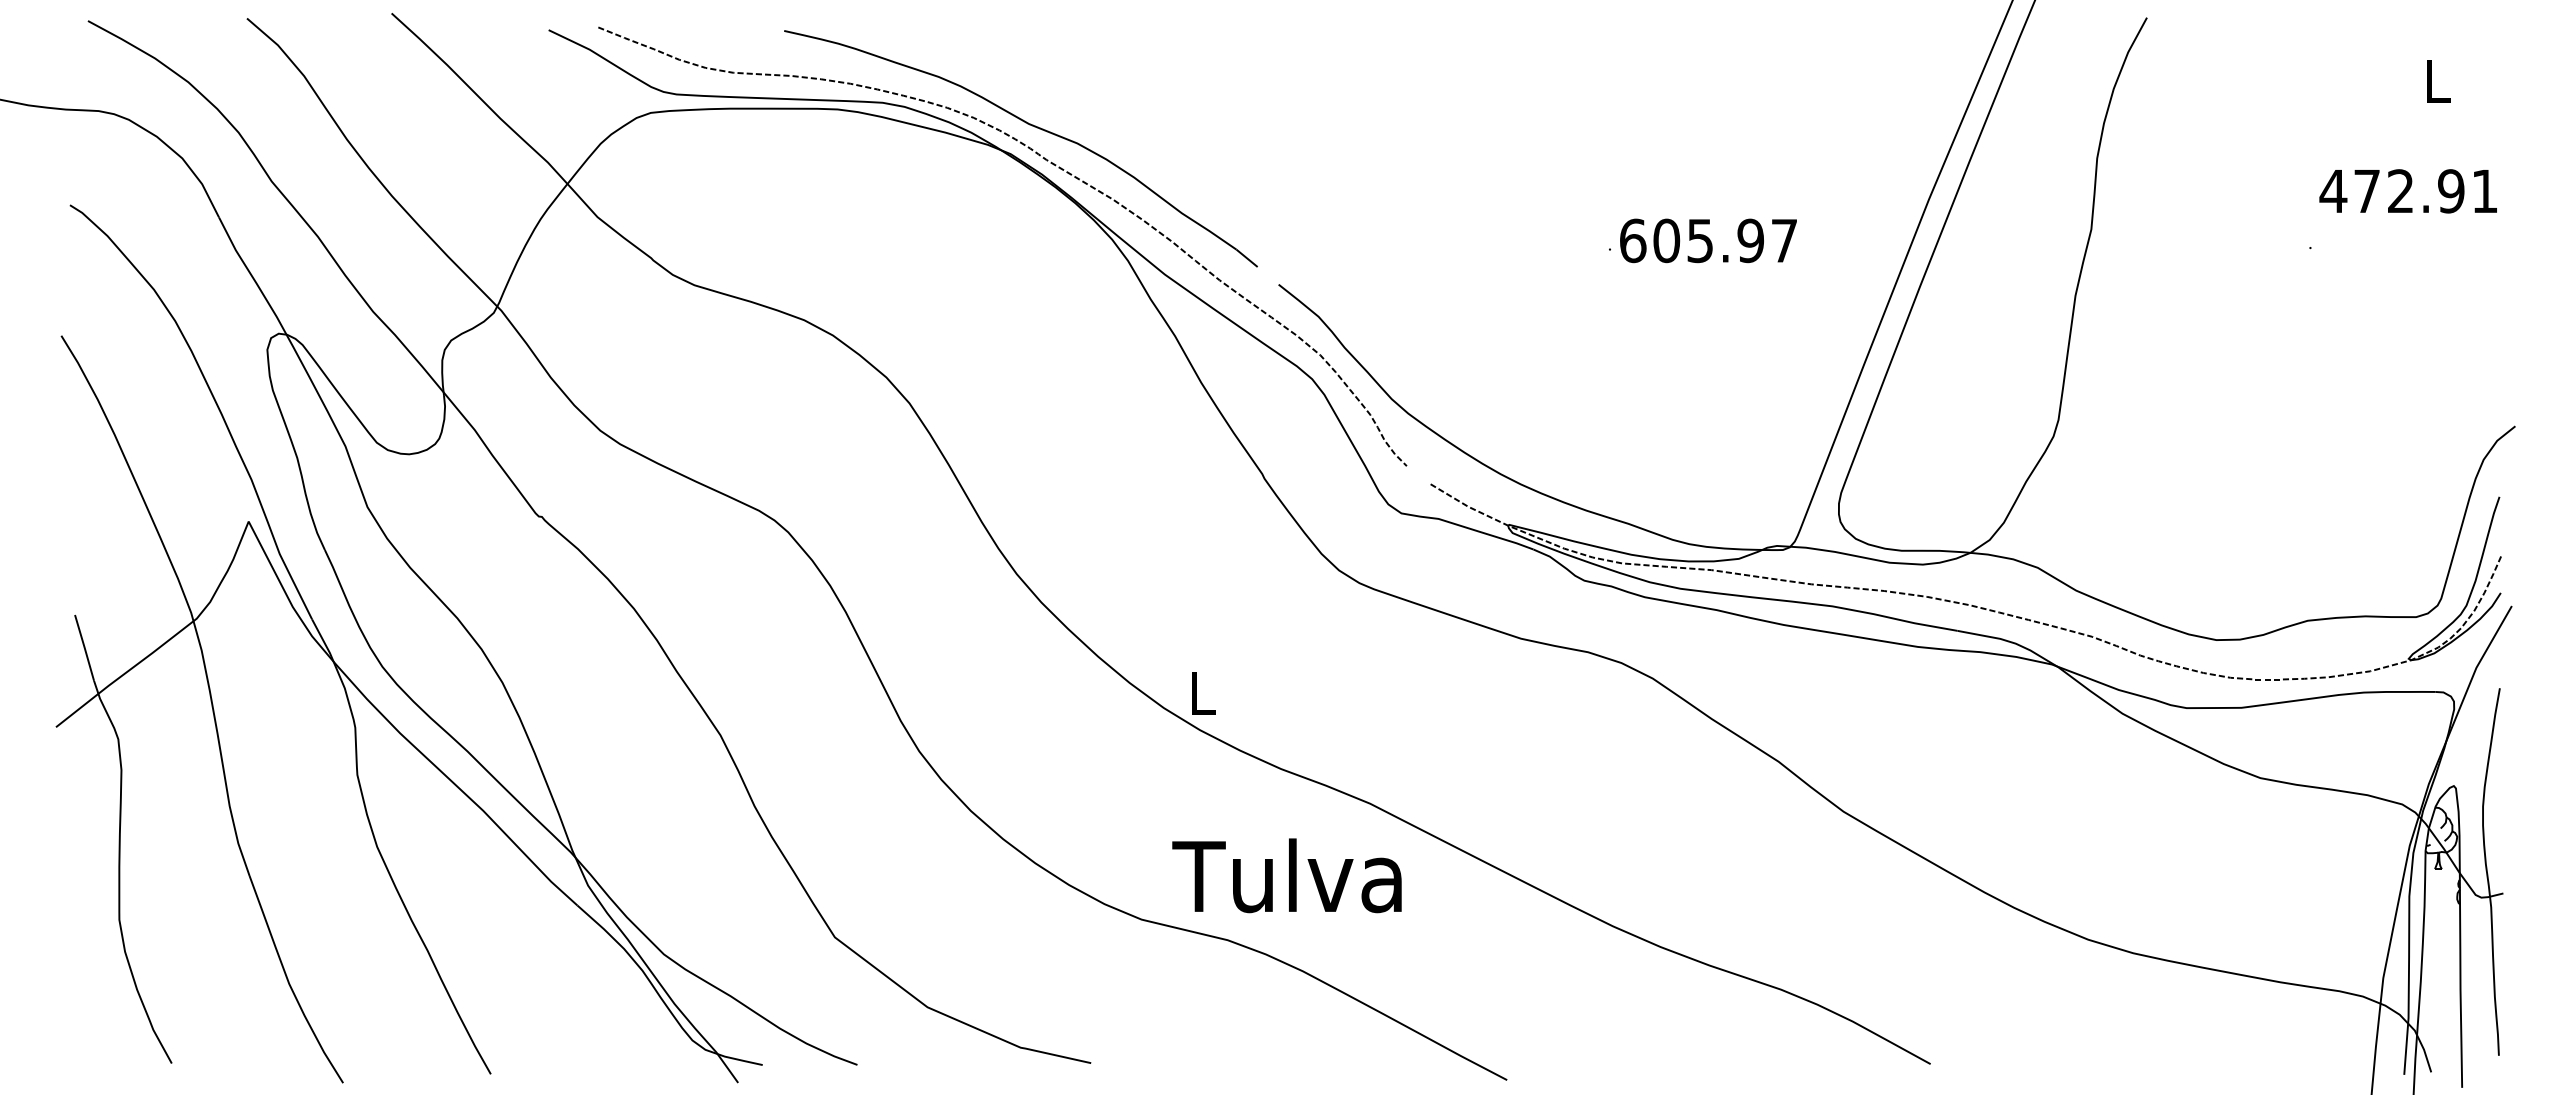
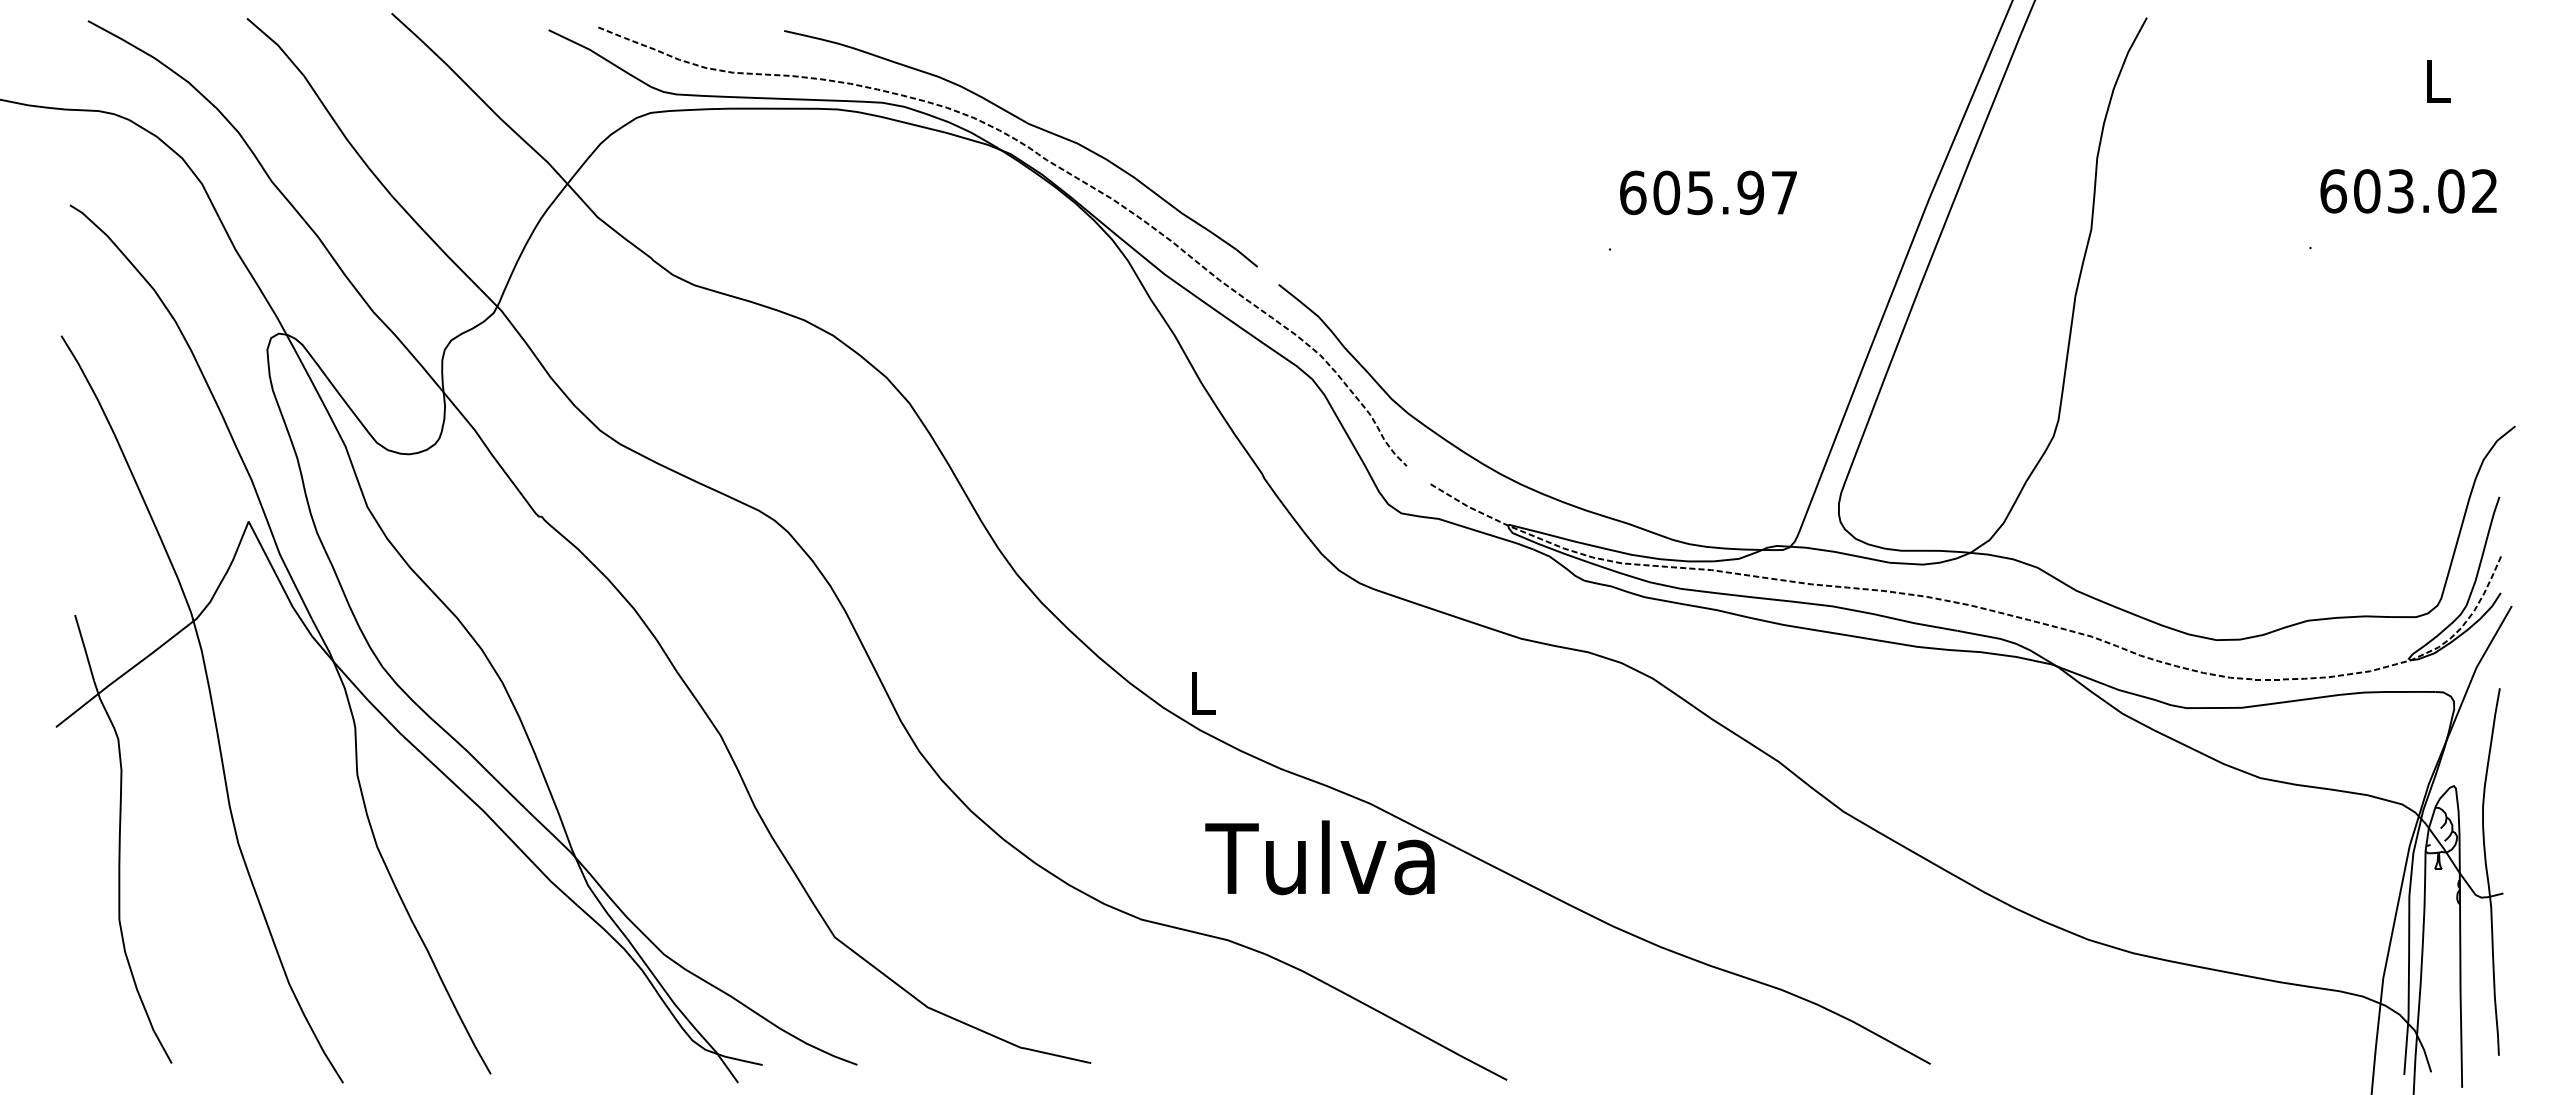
text at (2407, 191): 472.91 -> 603.02
text at (1708, 240) position: (1708, 240) -> (1708, 192)
text at (1286, 875) position: (1286, 875) -> (1319, 857)
